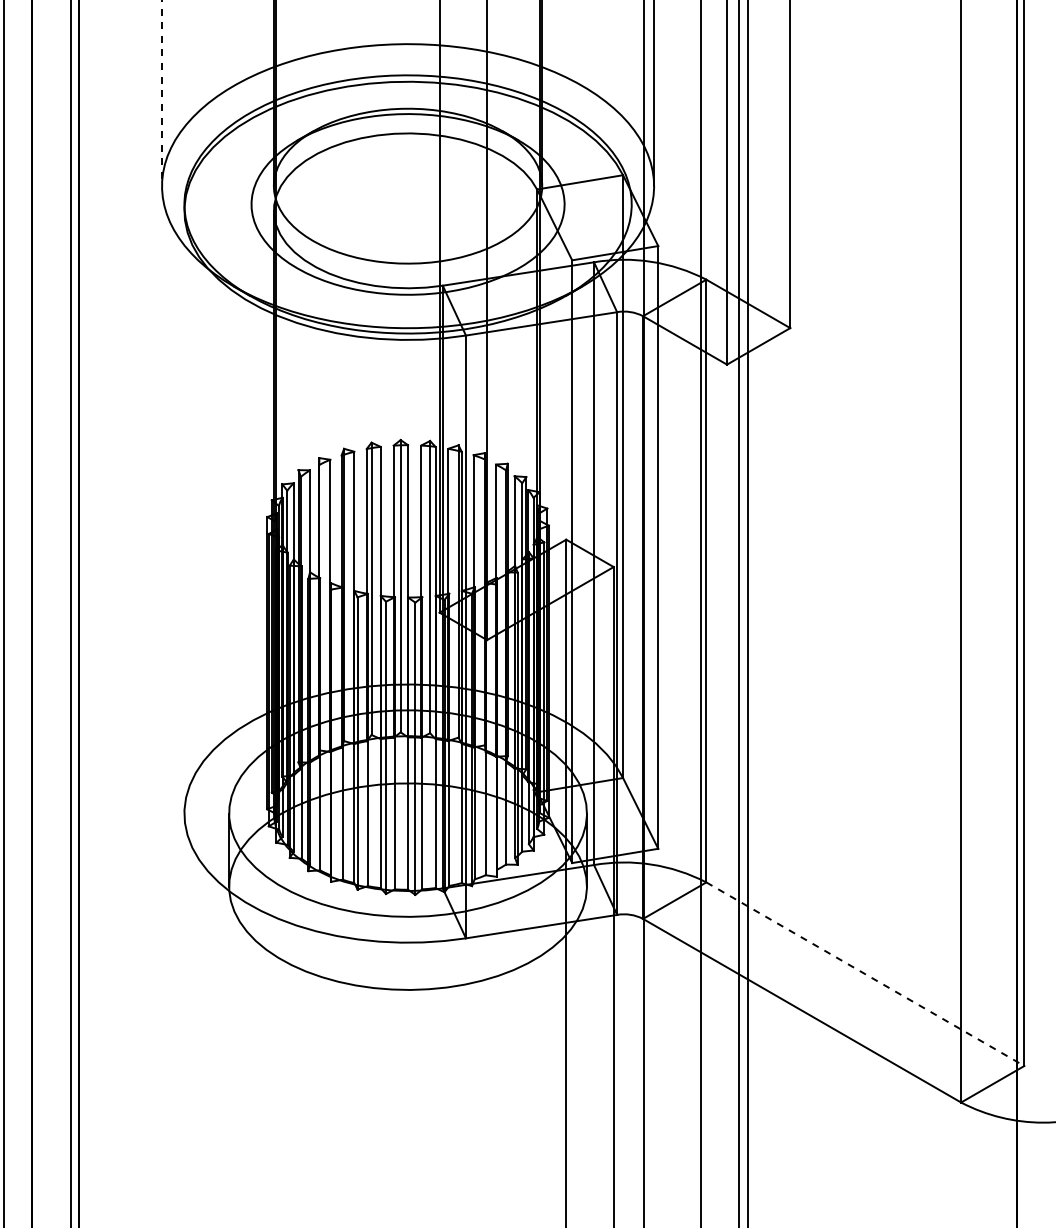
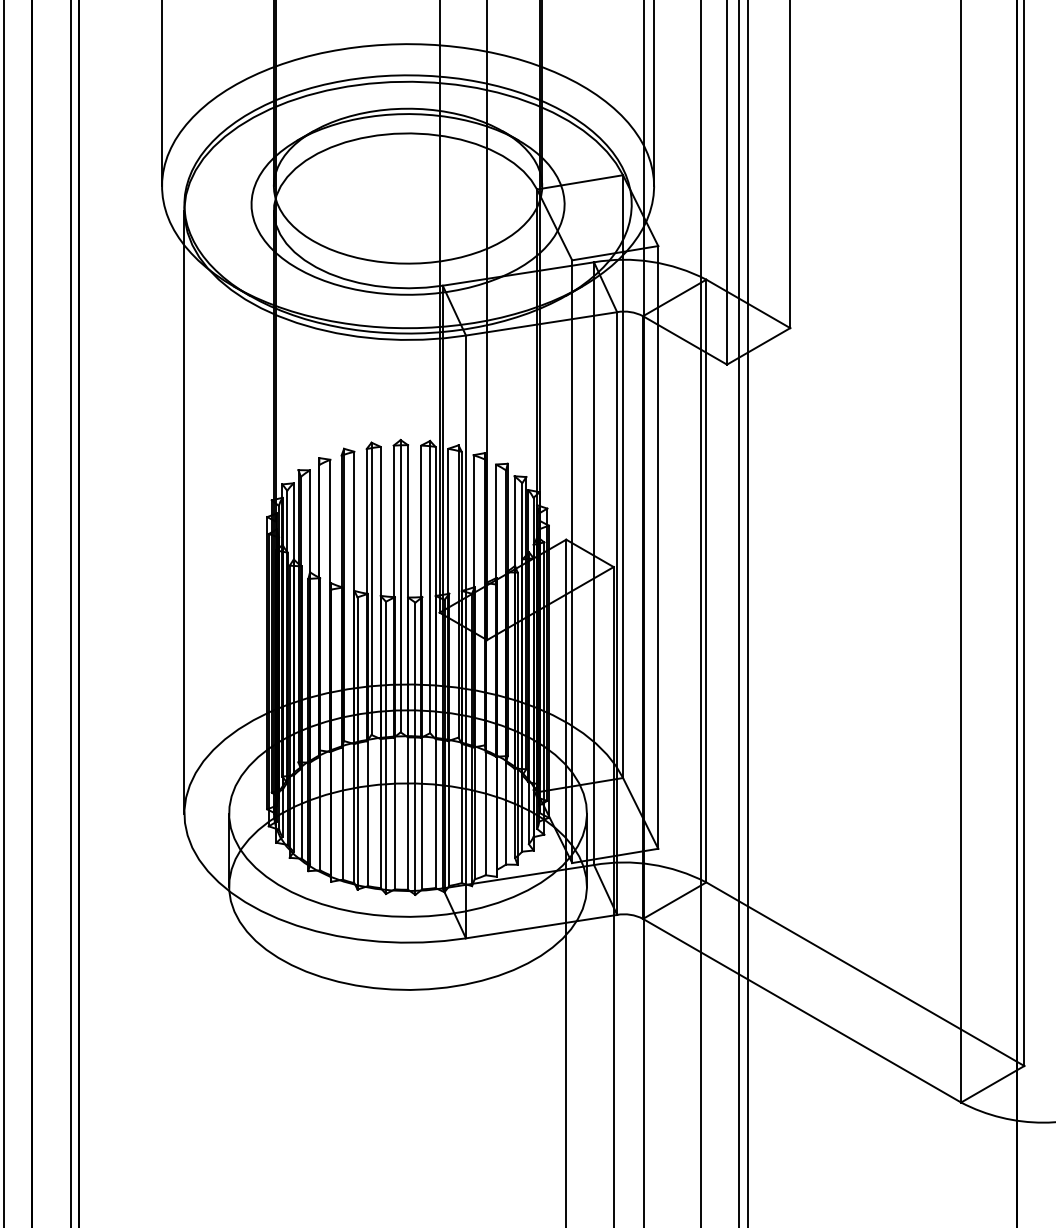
line at (162, 93): dashed -> solid
line at (184, 511): none -> present
line at (865, 974): dashed -> solid
